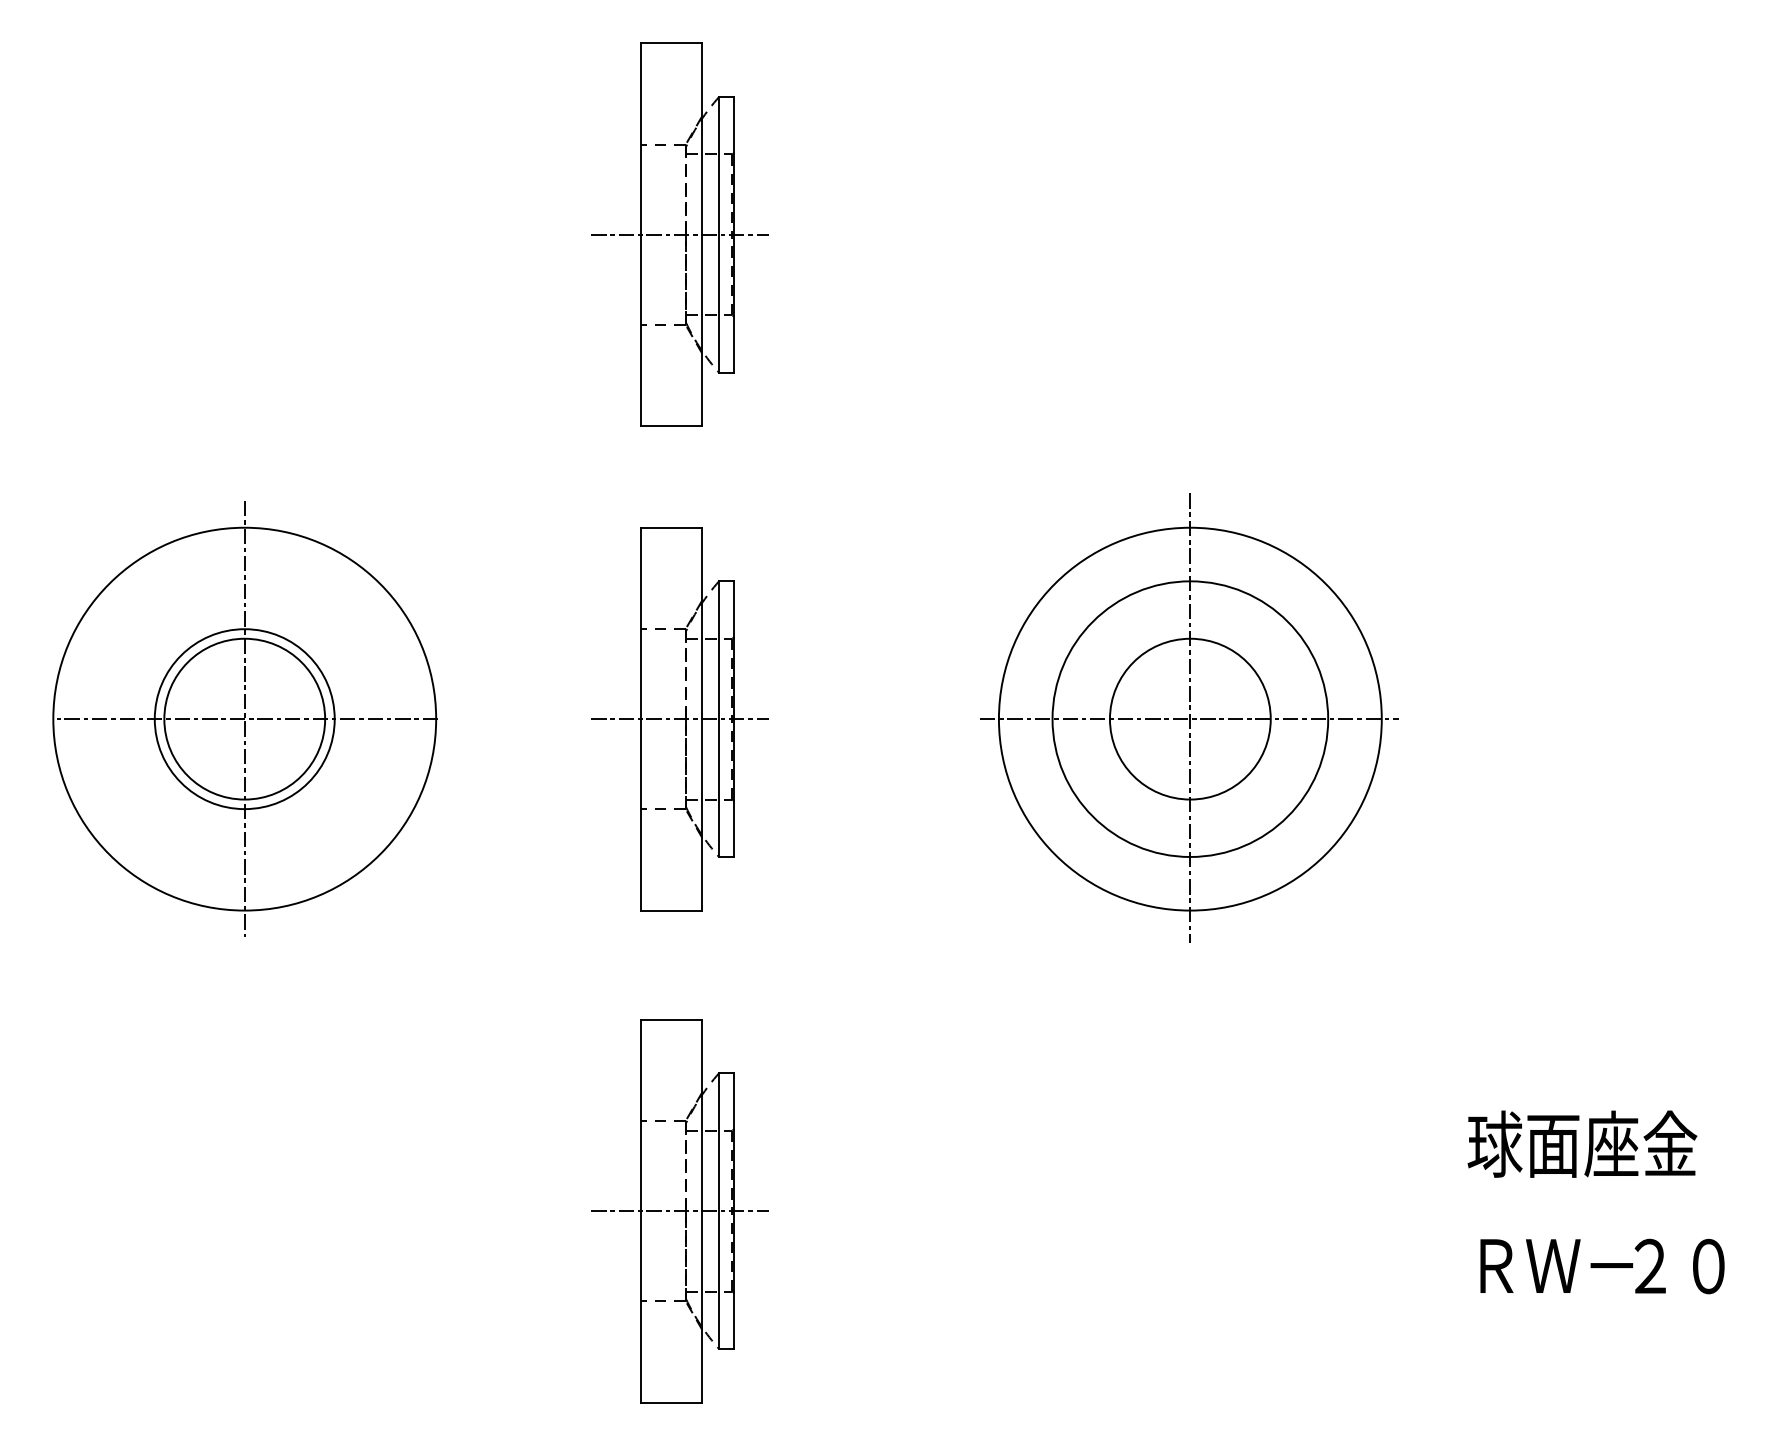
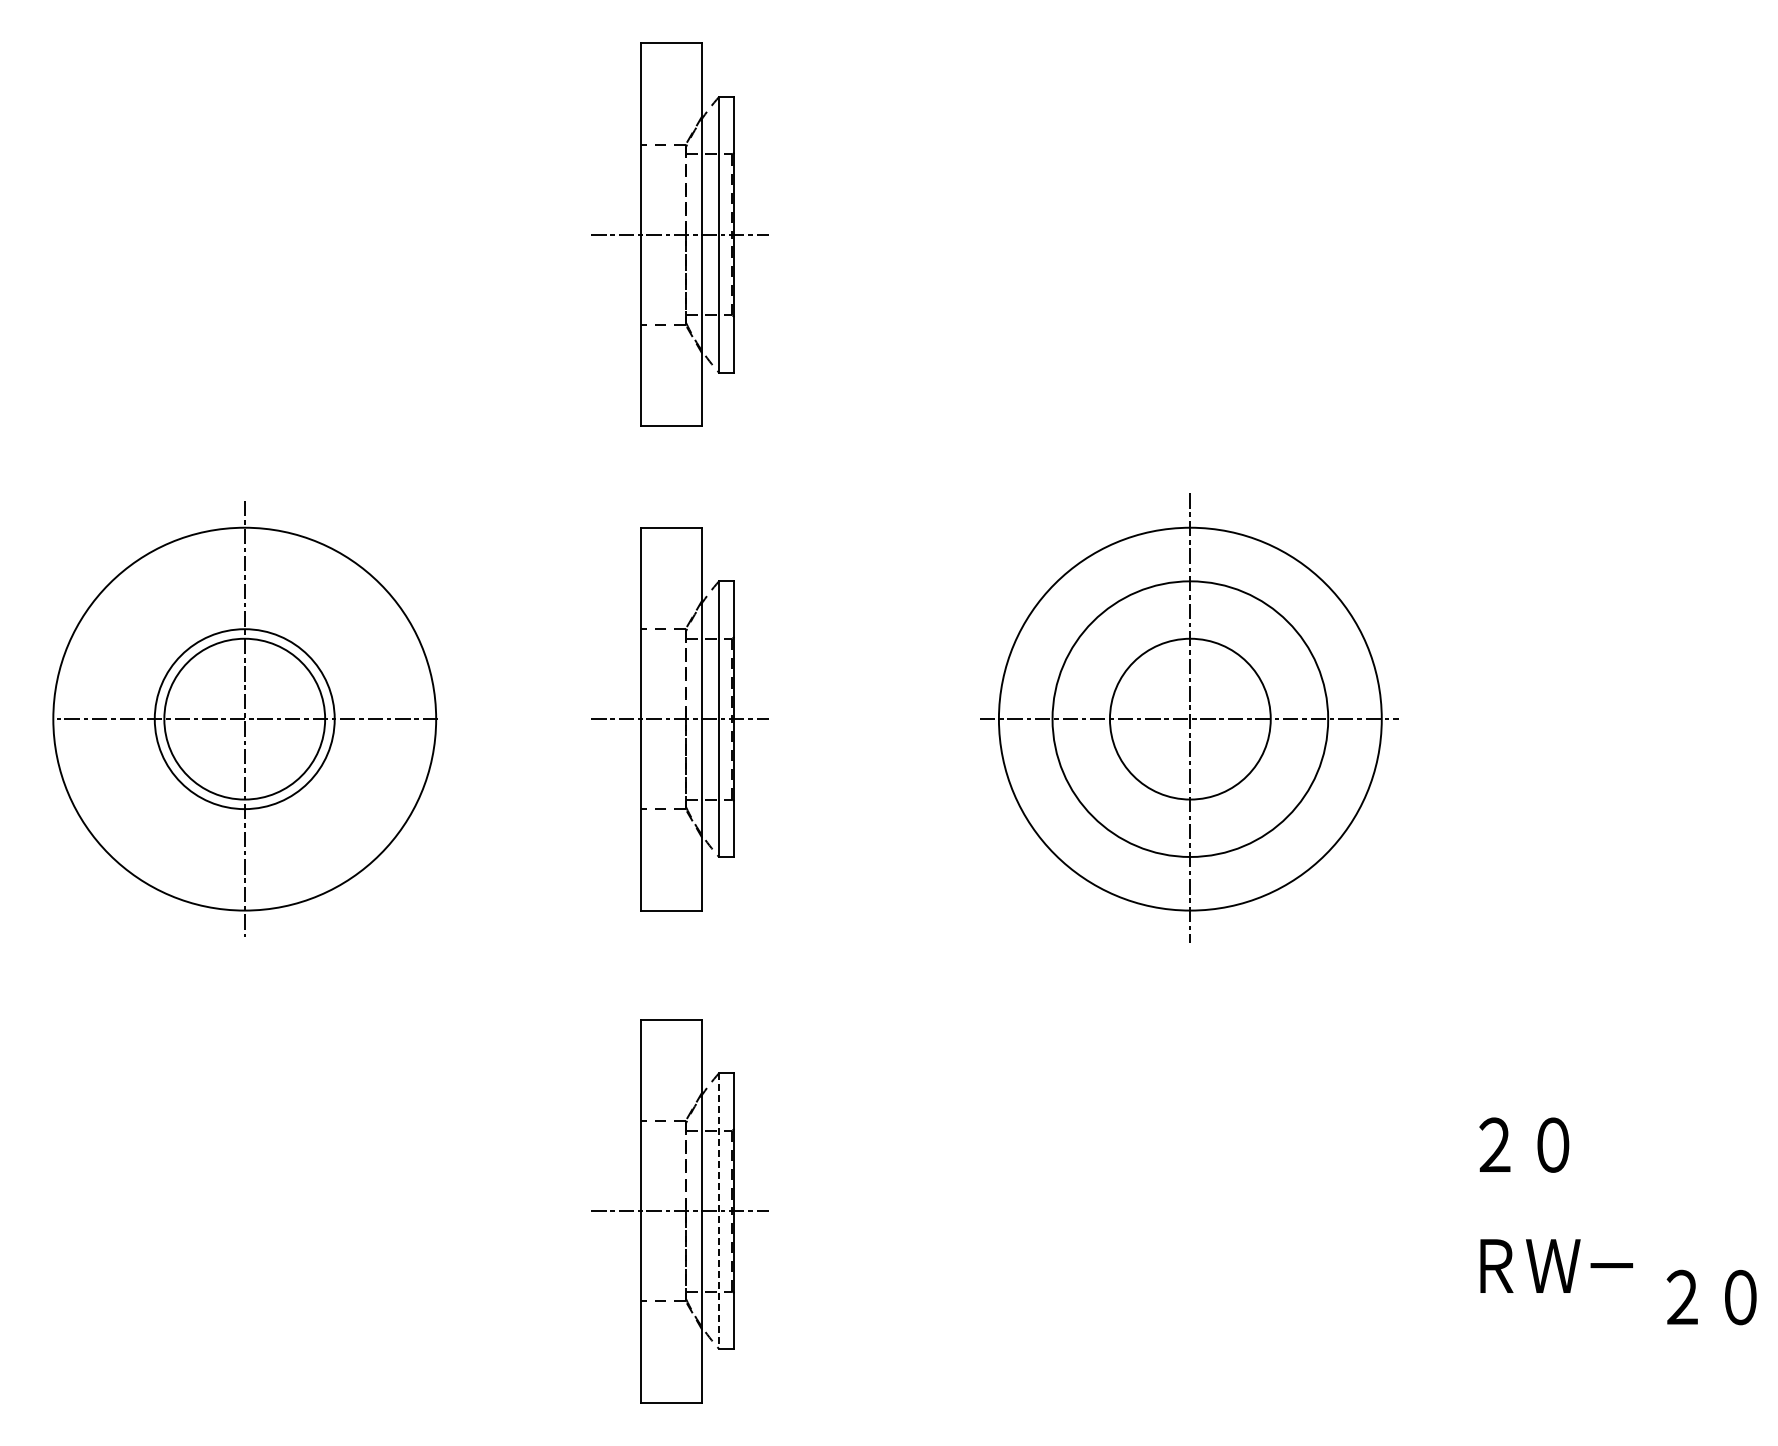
text at (1582, 1143): 球面座金 -> ２０
line at (719, 1211): solid -> dashed
text at (1679, 1266) position: (1679, 1266) -> (1711, 1297)
